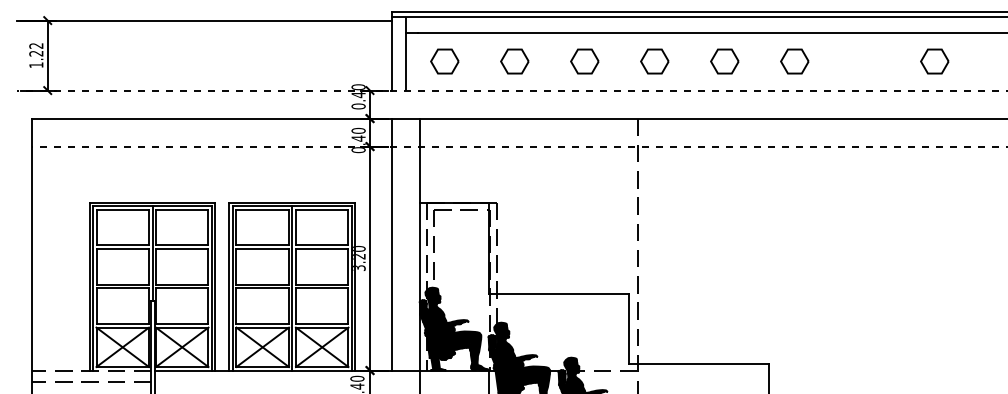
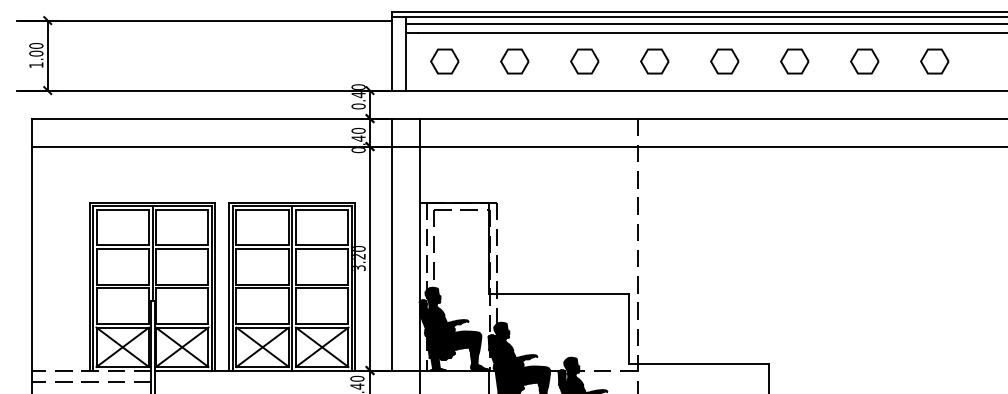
line at (704, 24): none -> present
text at (36, 49): 1.22 -> 1.00
part at (864, 61): none -> present
line at (511, 90): dashed -> solid
line at (519, 146): dashed -> solid
